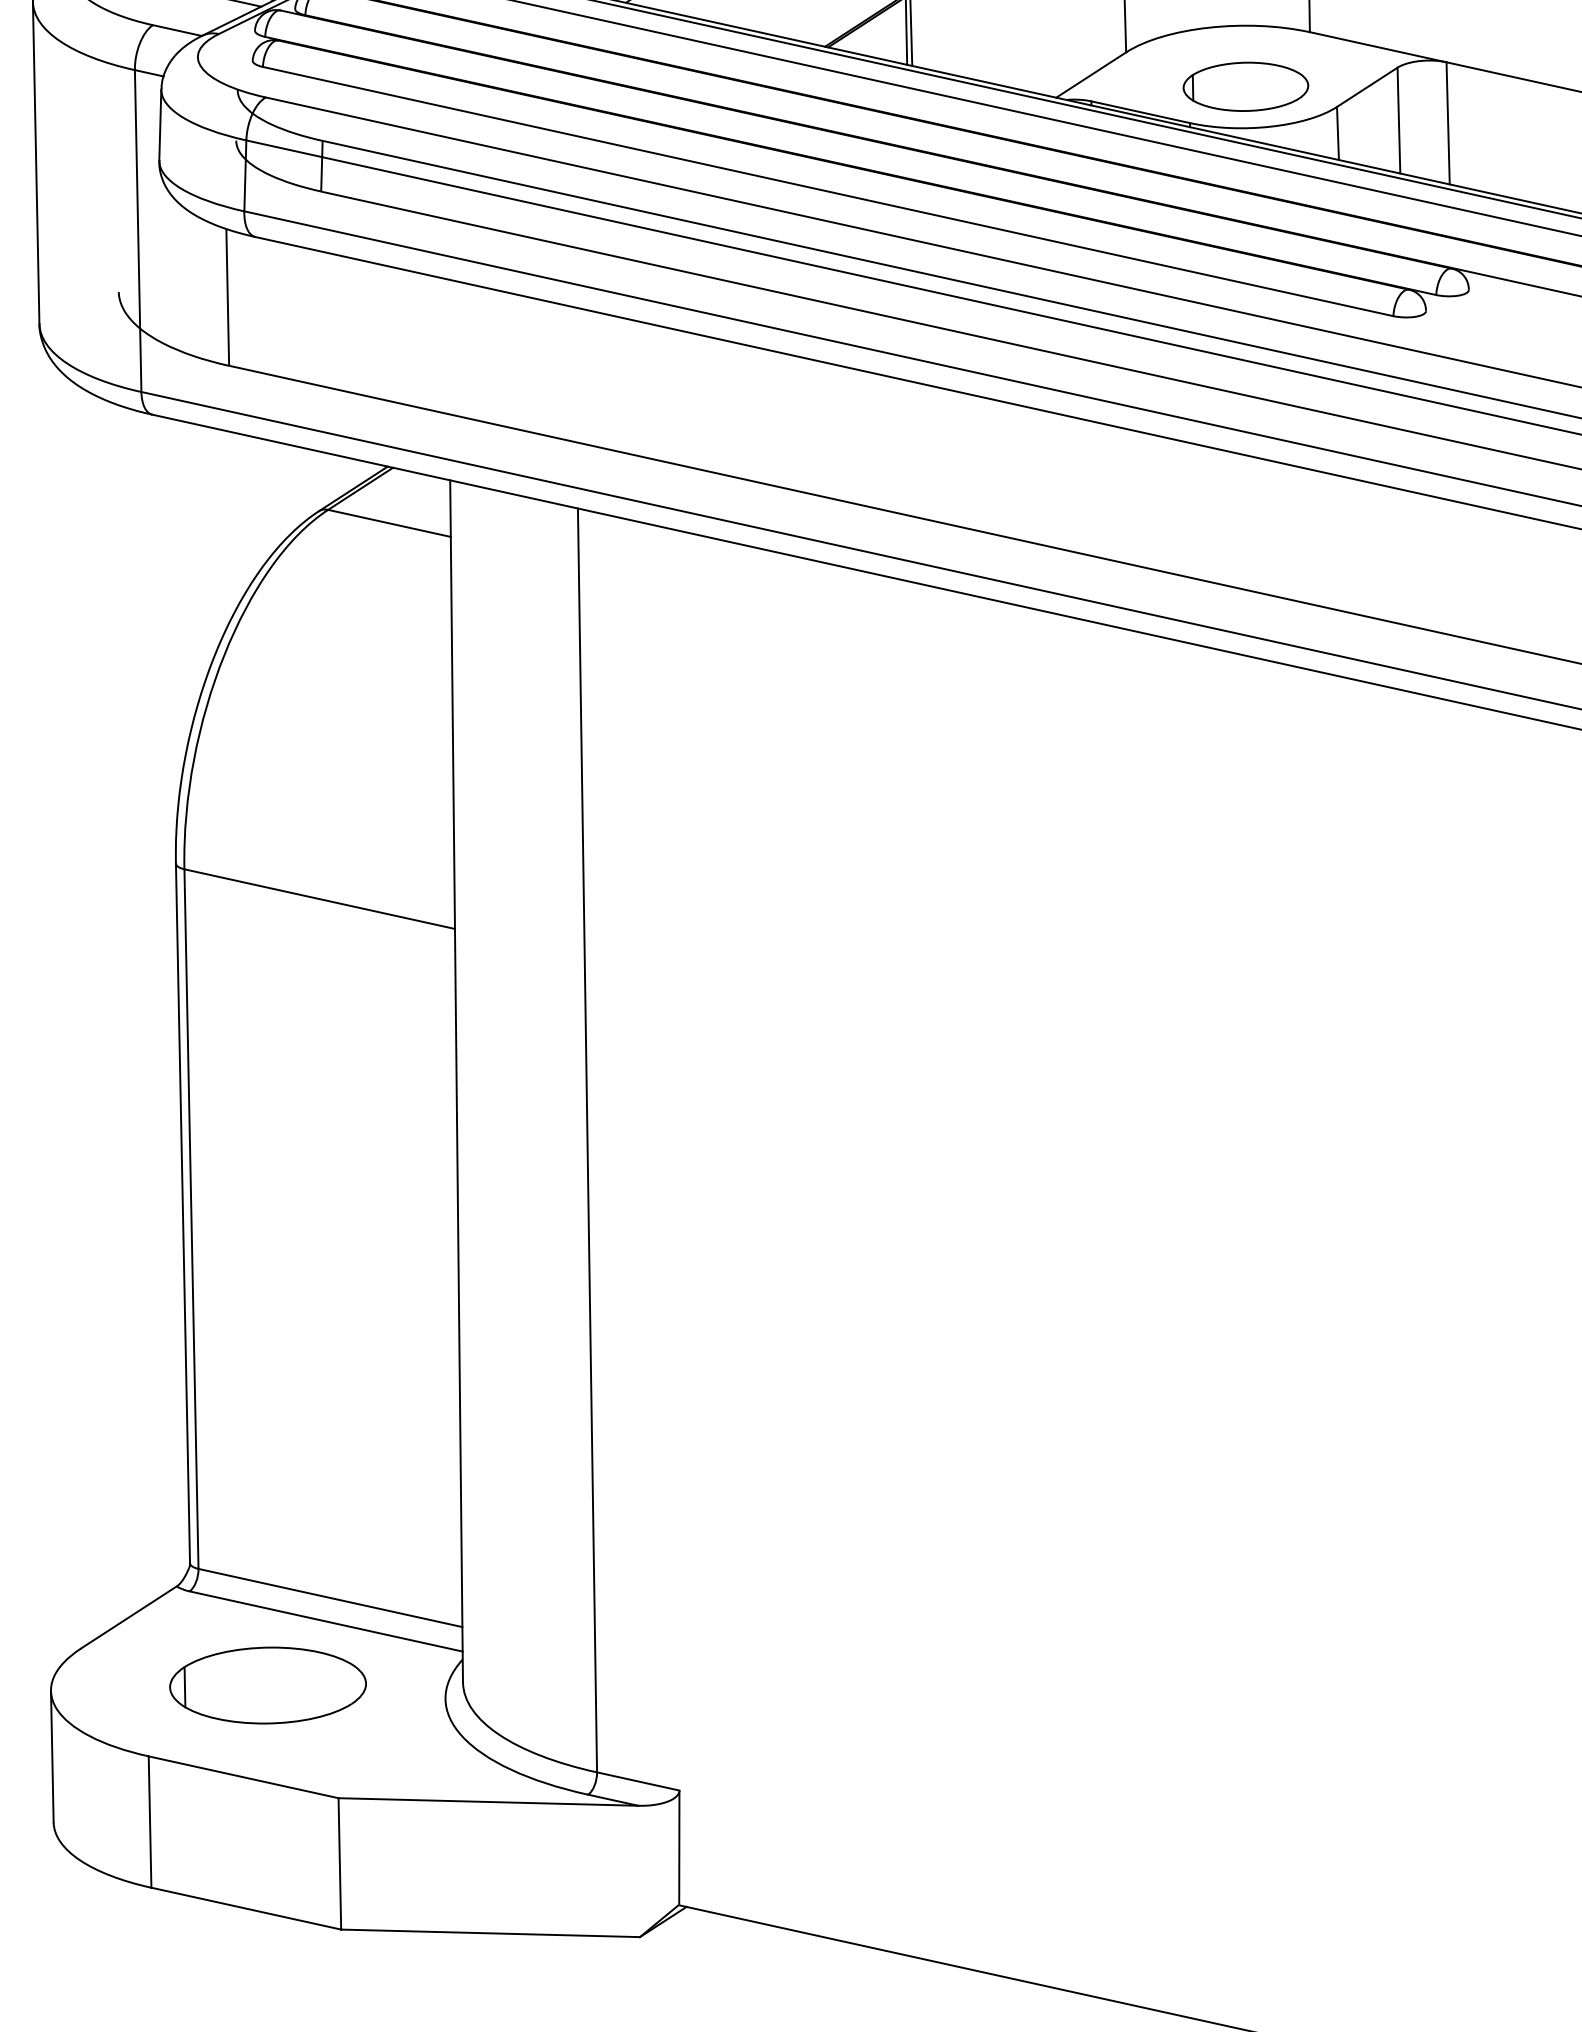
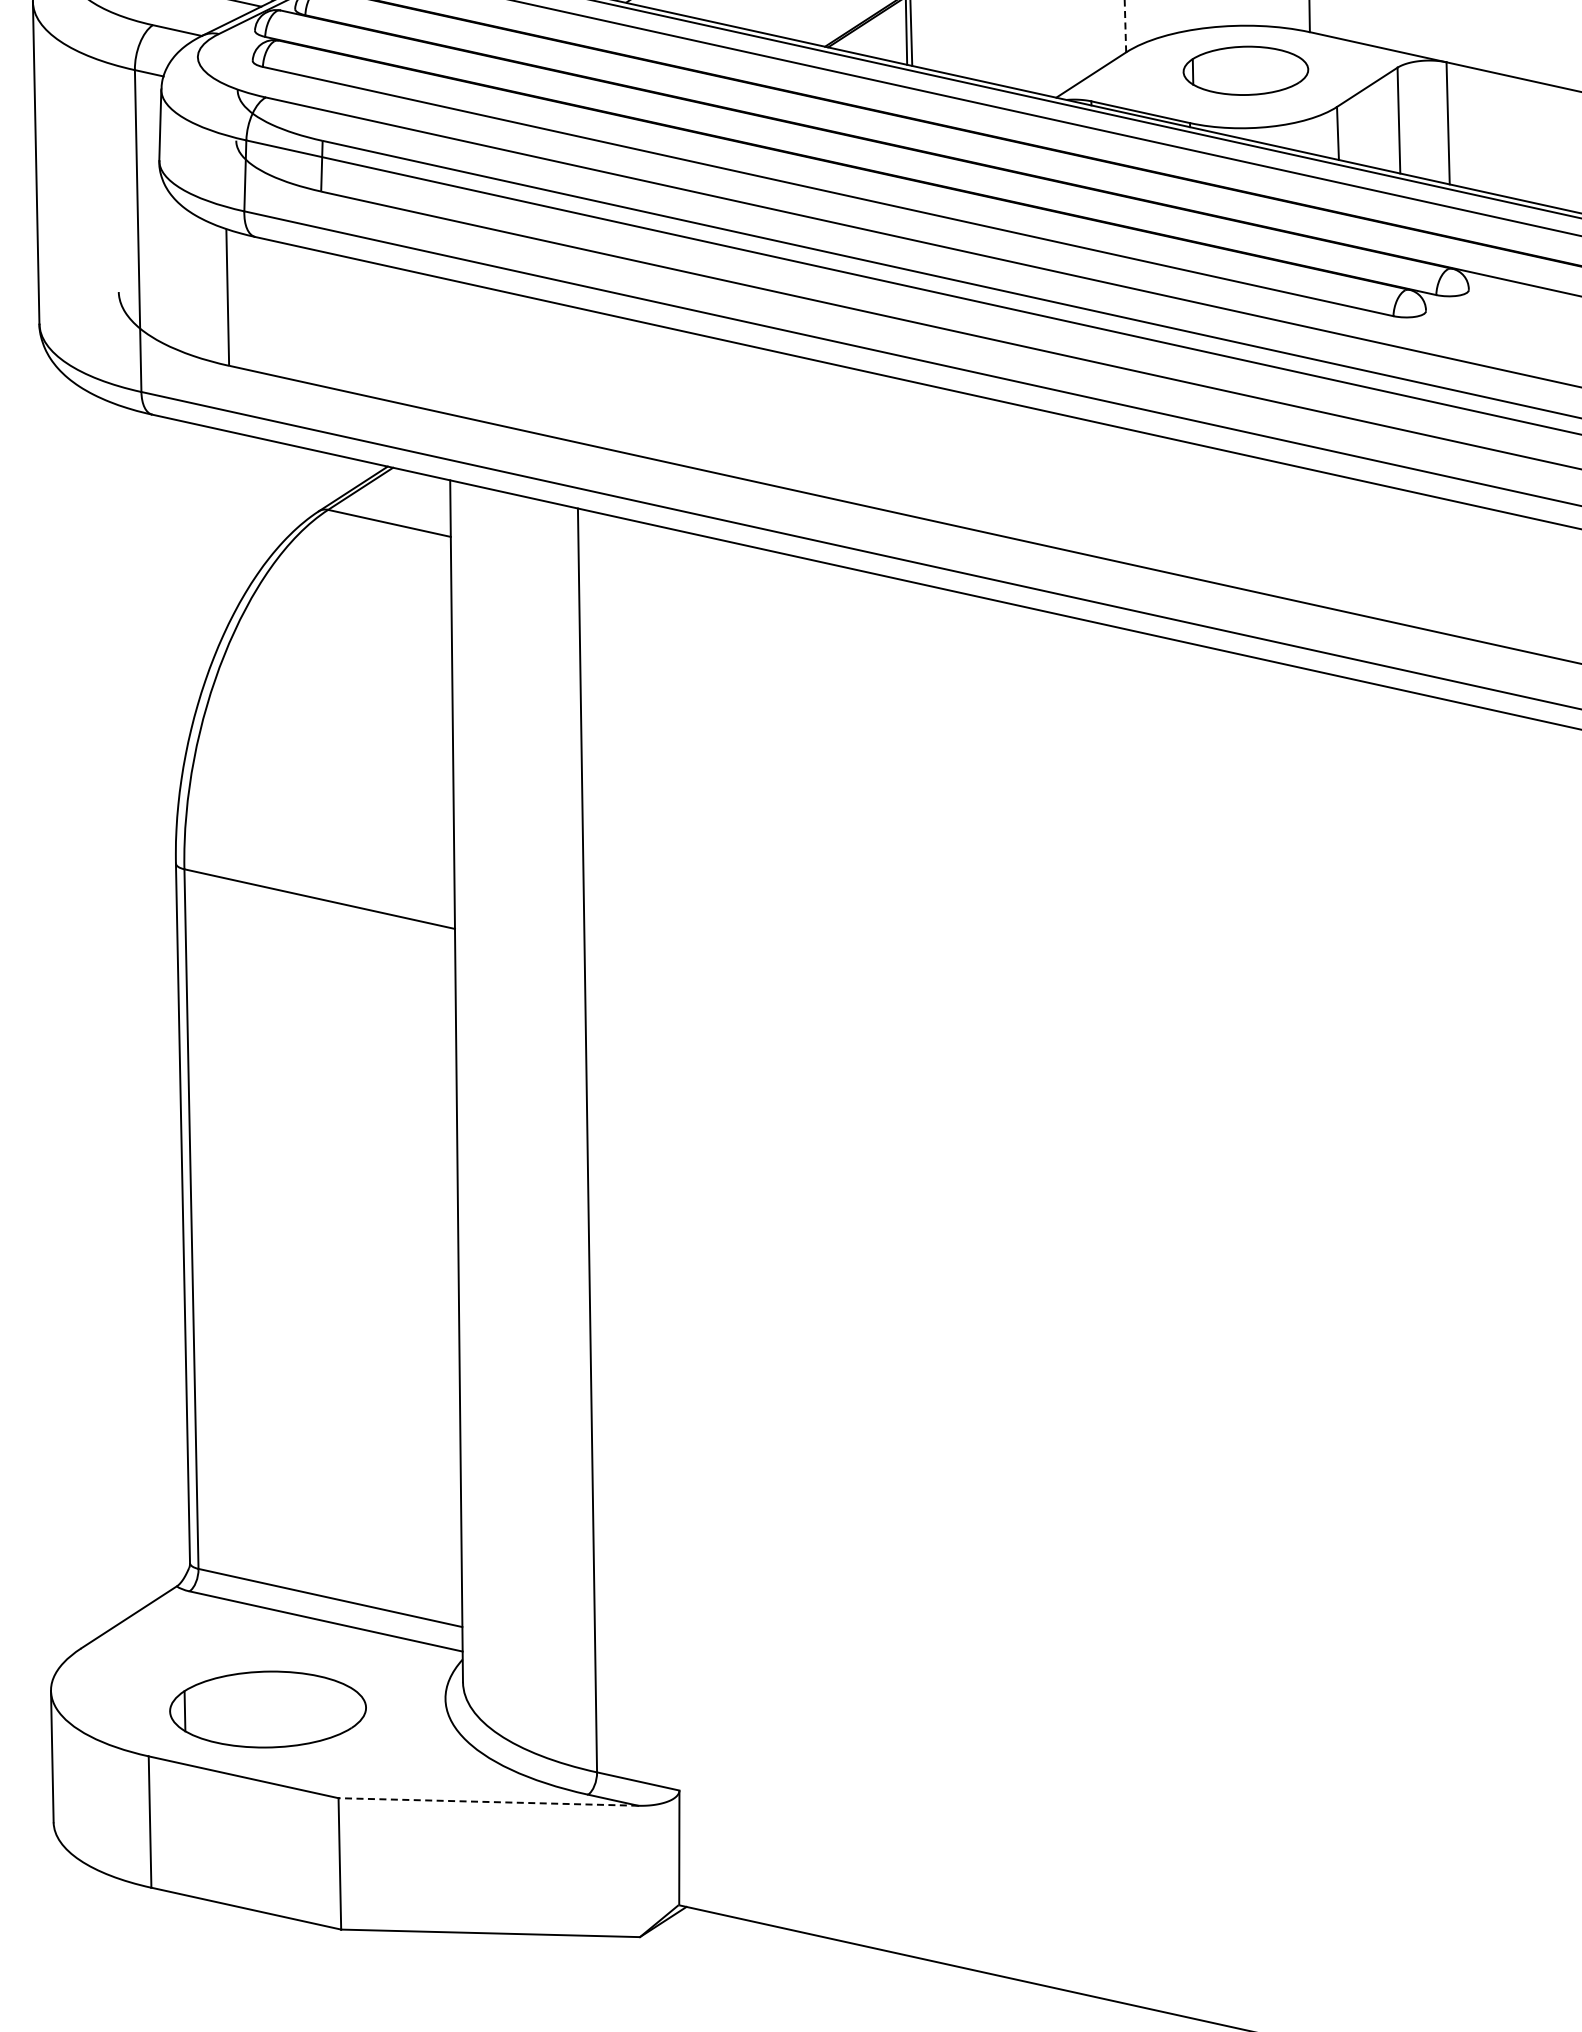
line at (1125, 26): solid -> dashed
part at (1245, 86) position: (1245, 86) -> (1245, 70)
part at (267, 1685) position: (267, 1685) -> (267, 1709)
line at (488, 1801): solid -> dashed
